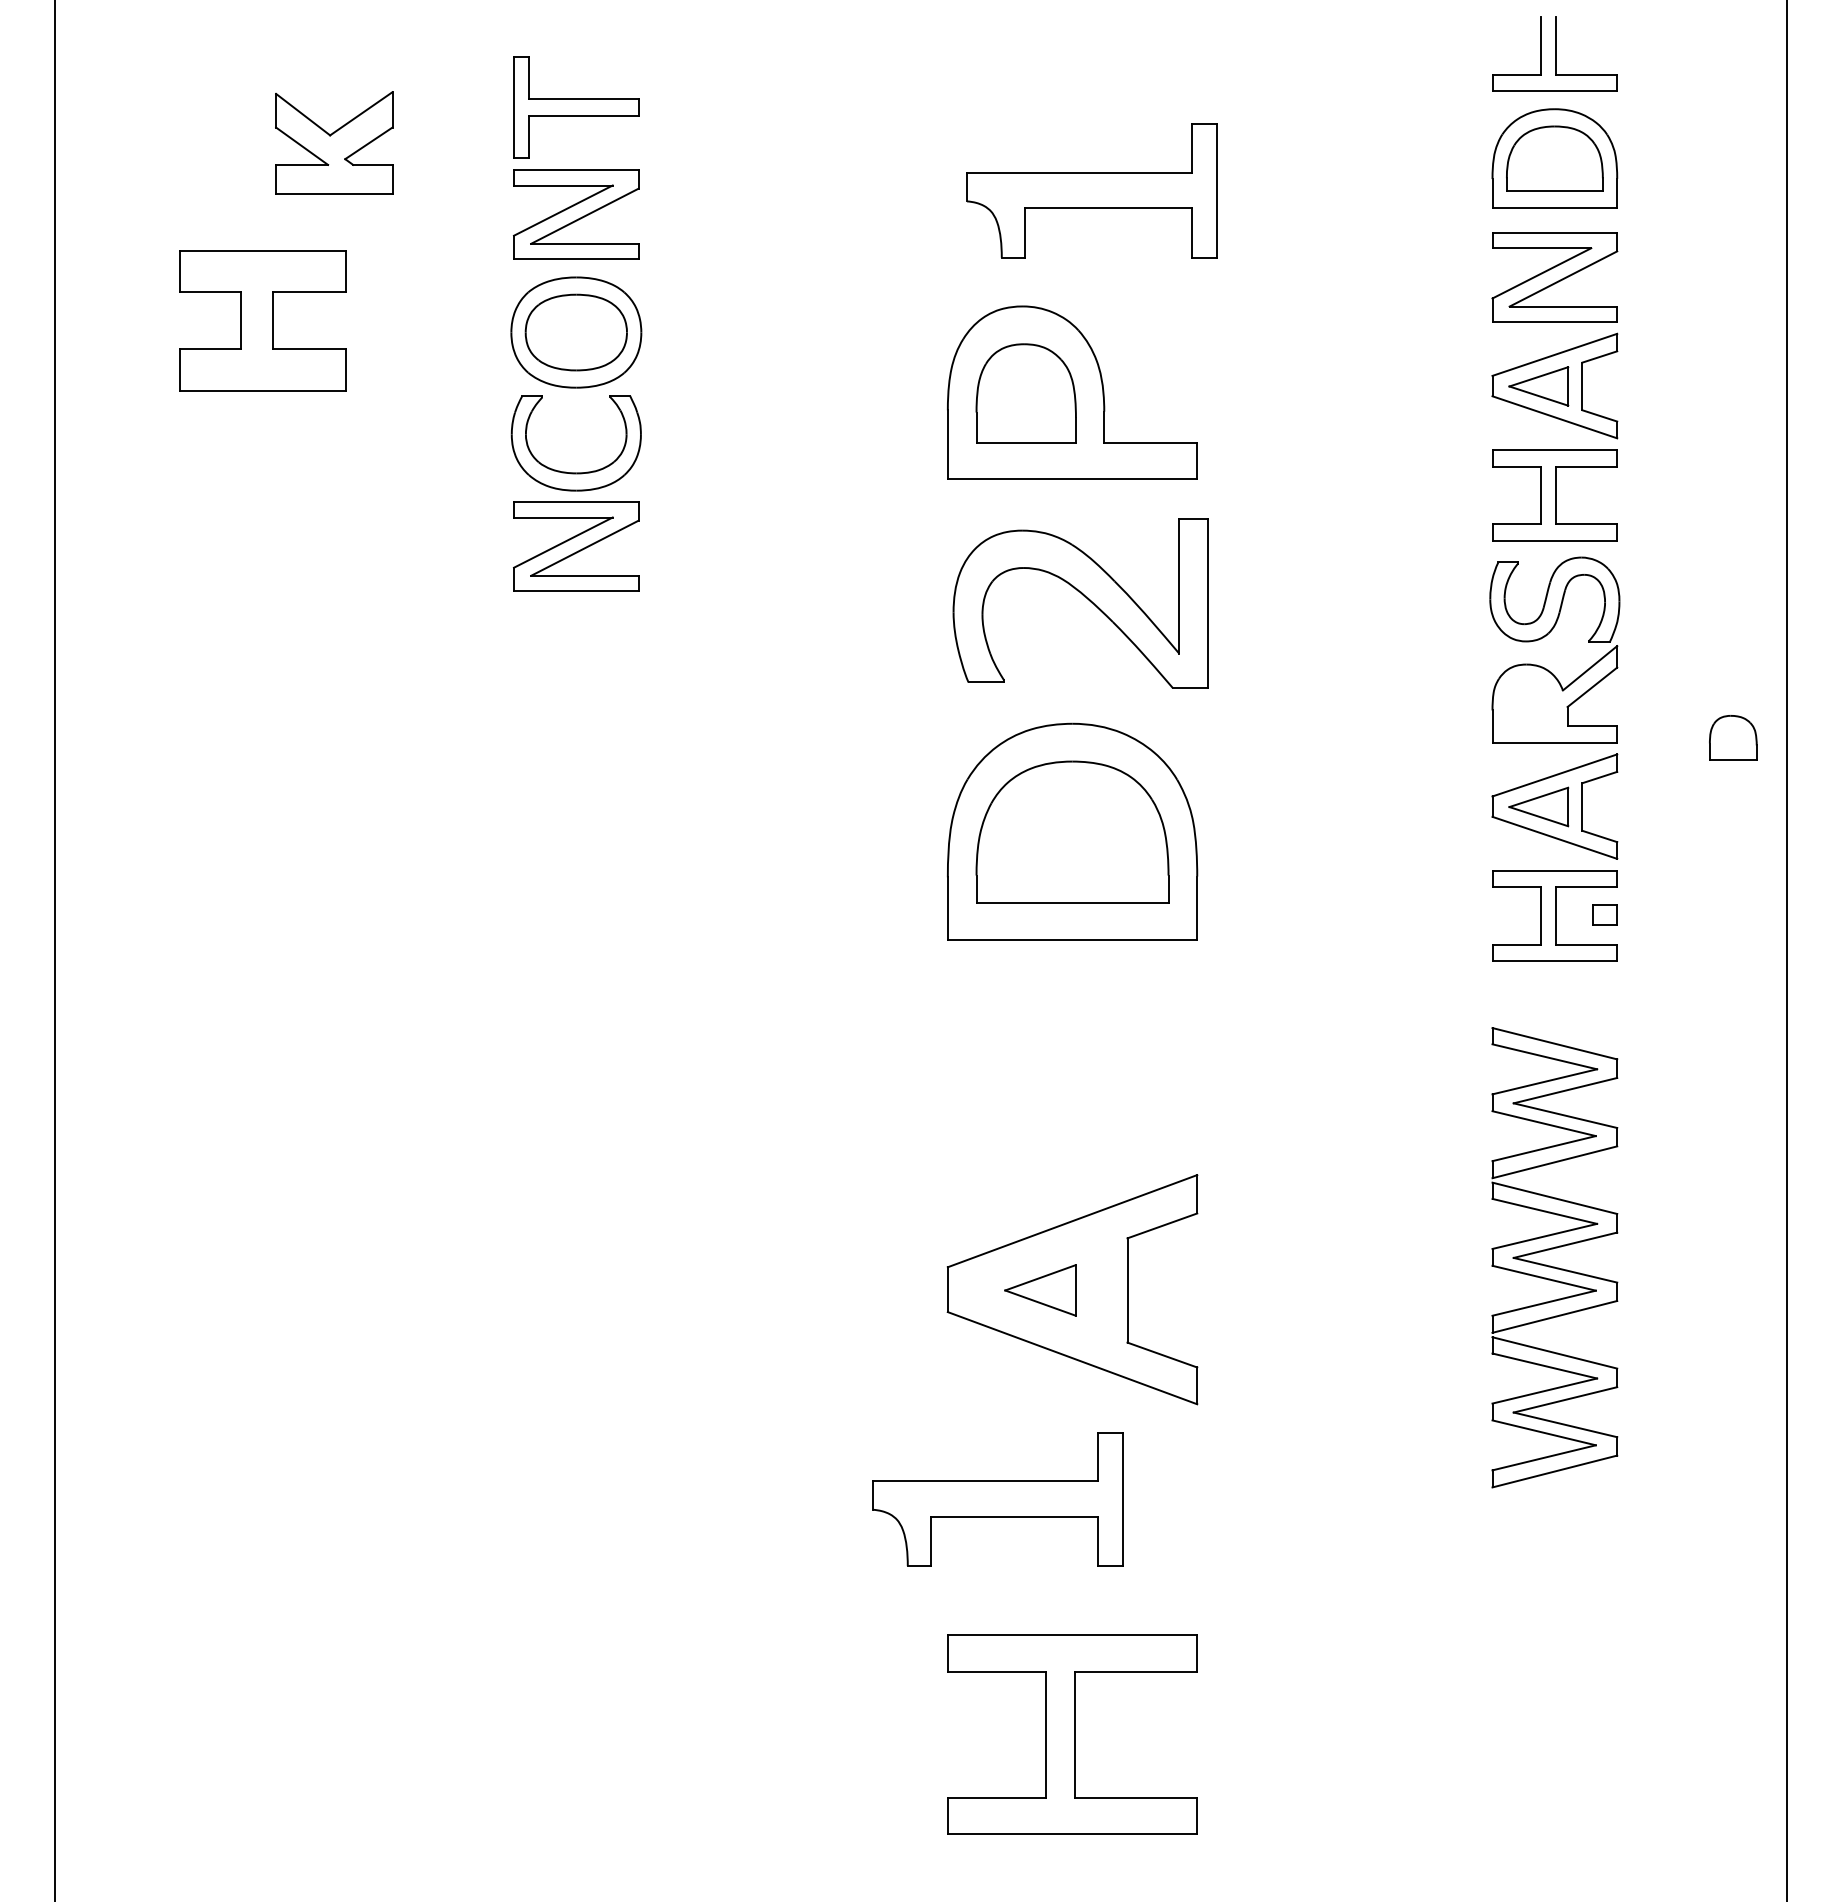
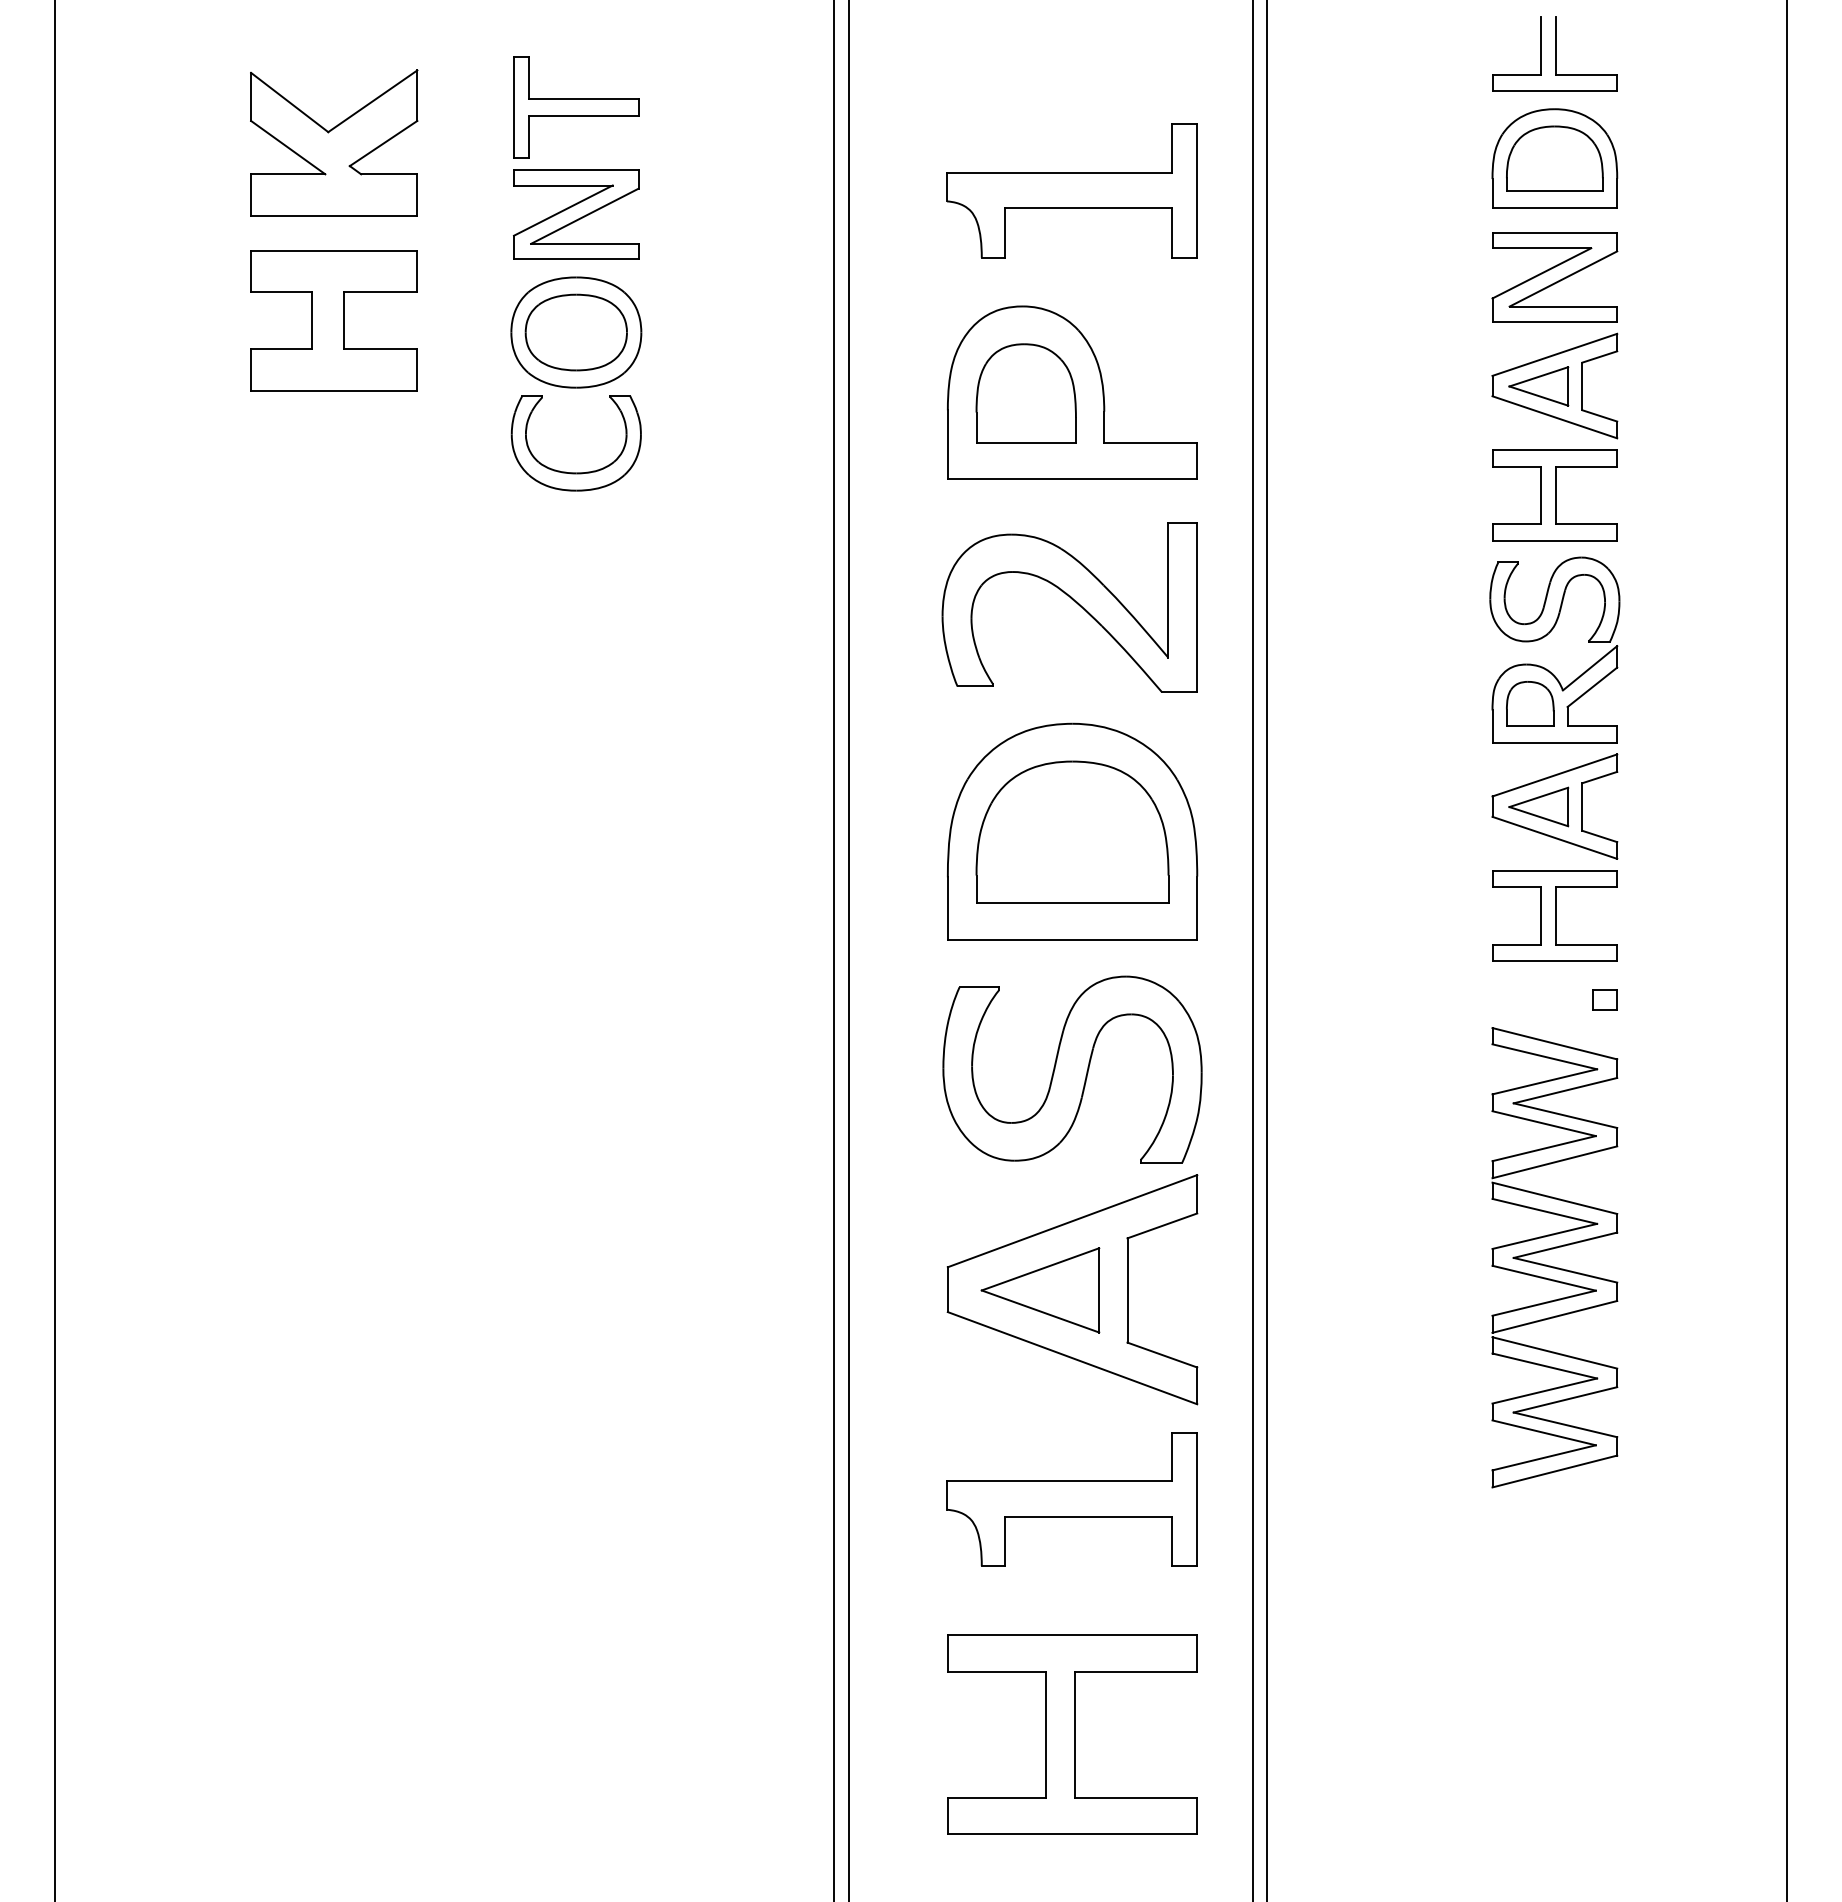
part at (334, 142) size: 119x104 px -> 169x148 px
part at (1091, 190) position: (1091, 190) -> (1071, 190)
part at (262, 320) position: (262, 320) -> (333, 320)
part at (576, 546): present -> none
part at (1083, 596) position: (1083, 596) -> (1072, 600)
part at (1733, 737) position: (1733, 737) -> (1530, 703)
part at (1604, 914) position: (1604, 914) -> (1604, 999)
line at (834, 950): none -> present
line at (849, 950): none -> present
line at (1252, 950): none -> present
line at (1267, 950): none -> present
part at (1072, 1069): none -> present
part at (1040, 1290) size: 73x53 px -> 121x87 px
part at (997, 1499) position: (997, 1499) -> (1071, 1499)
